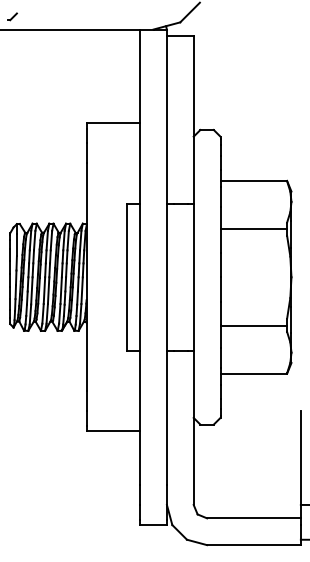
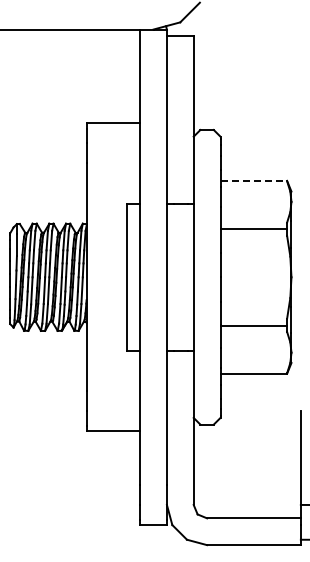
part at (12, 16): present -> none
line at (254, 180): solid -> dashed
